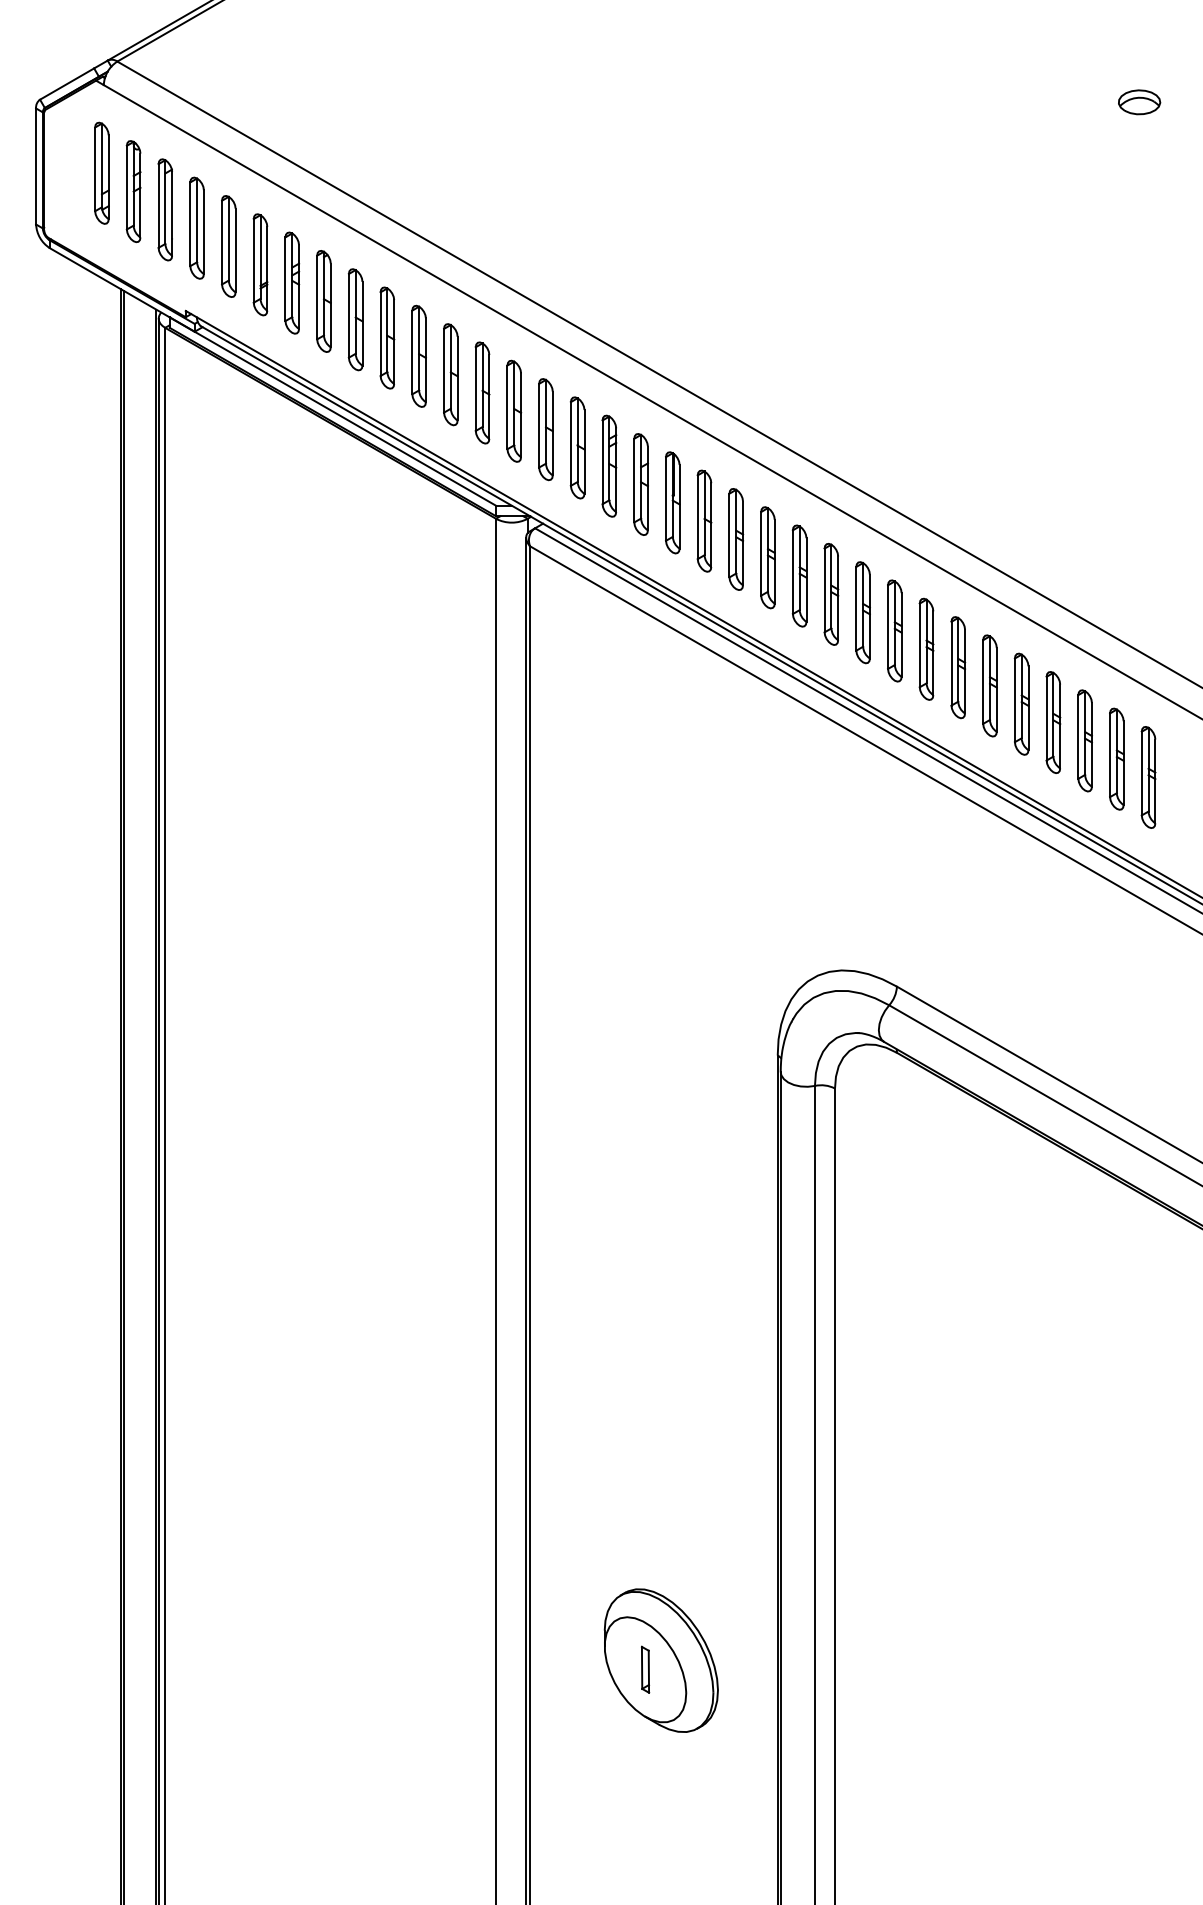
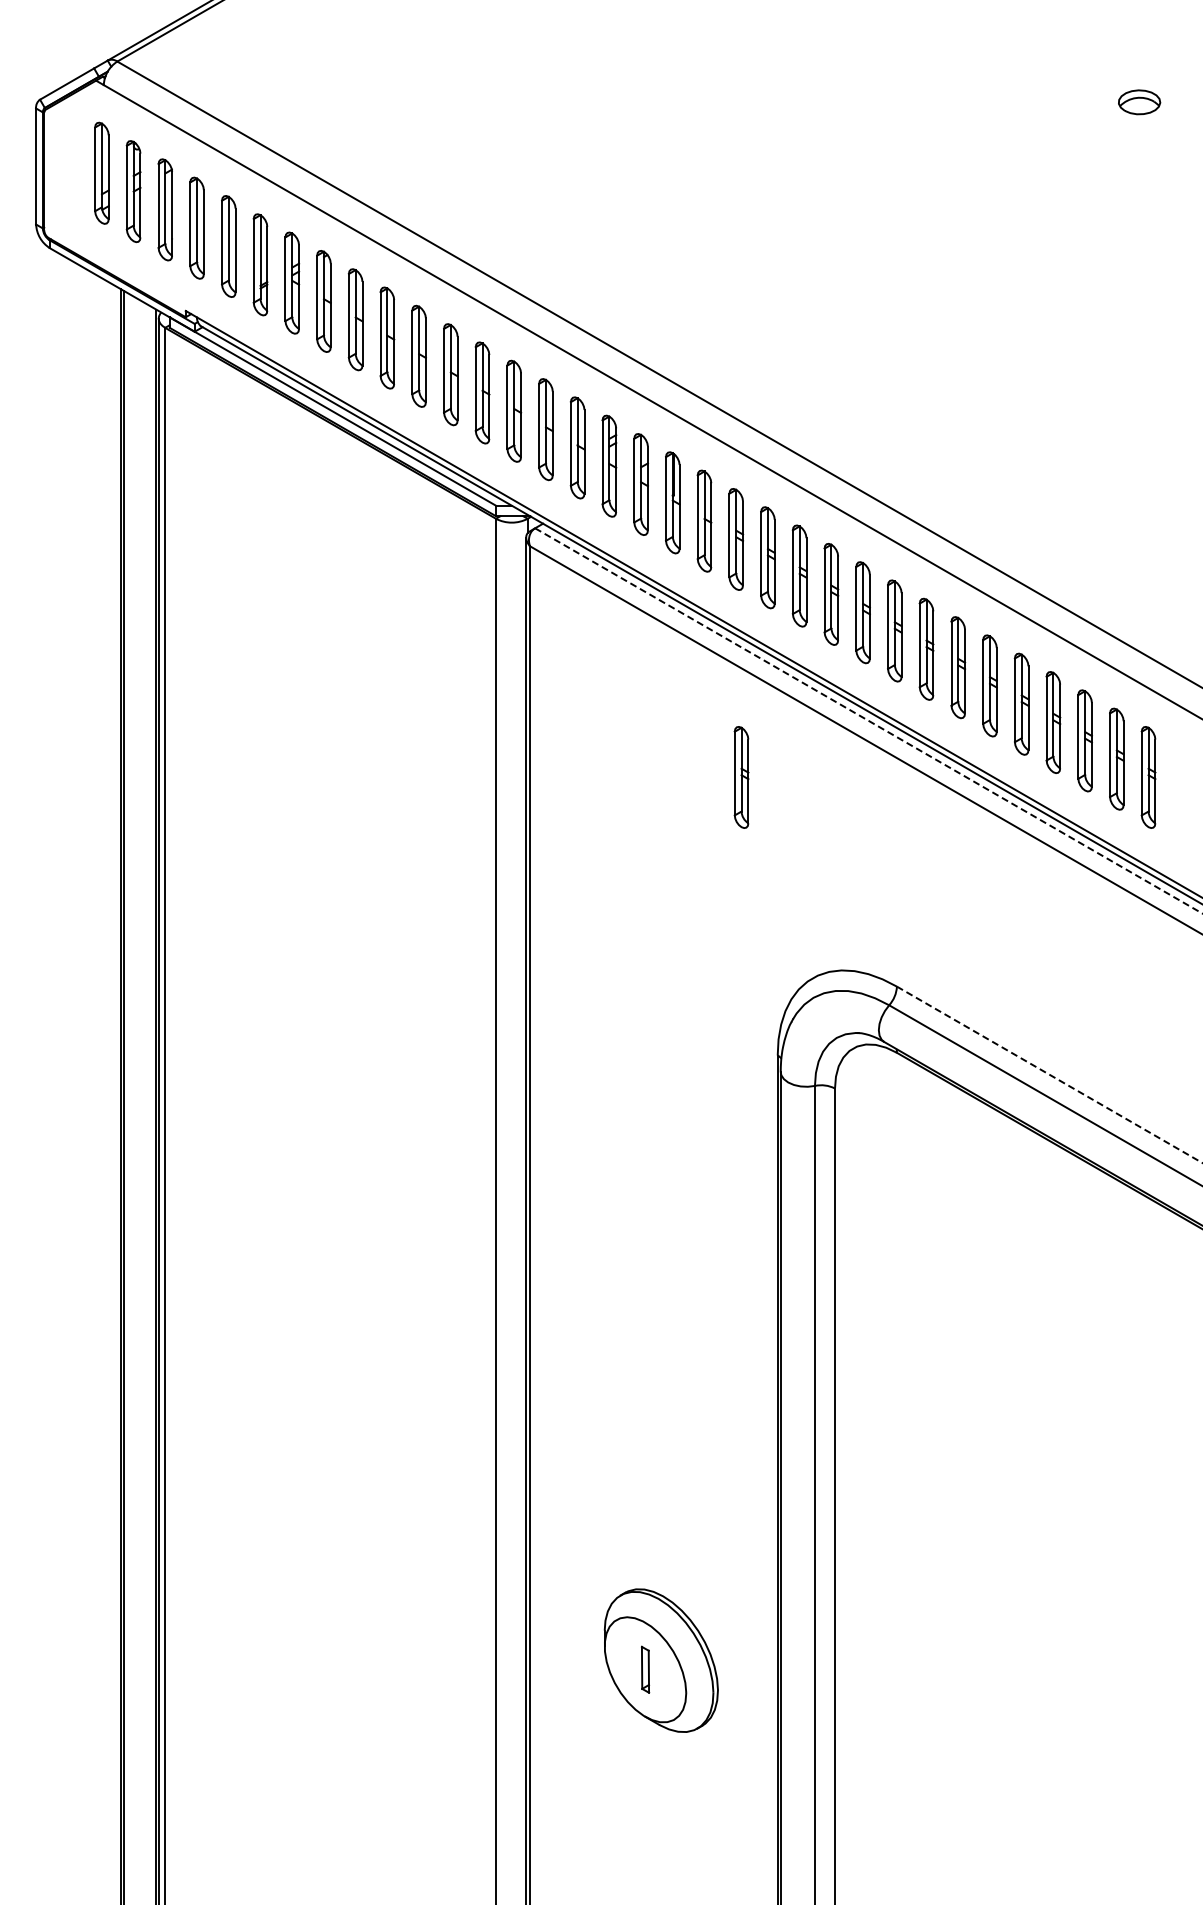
line at (869, 721): solid -> dashed
part at (741, 777): none -> present
line at (1049, 1074): solid -> dashed
